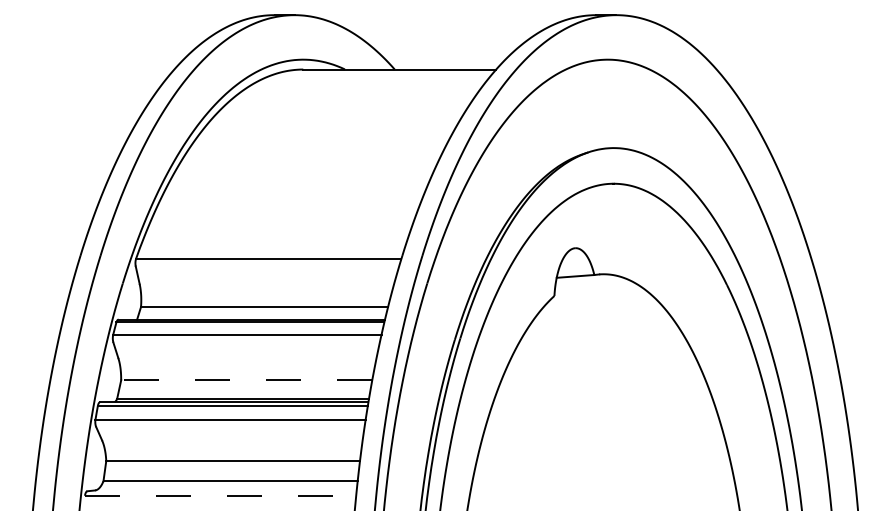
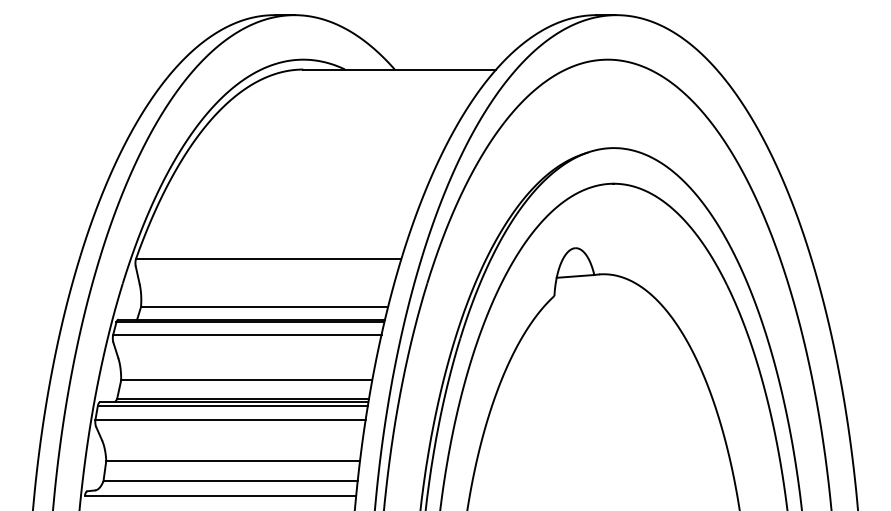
line at (246, 380): dashed -> solid
line at (220, 495): dashed -> solid
